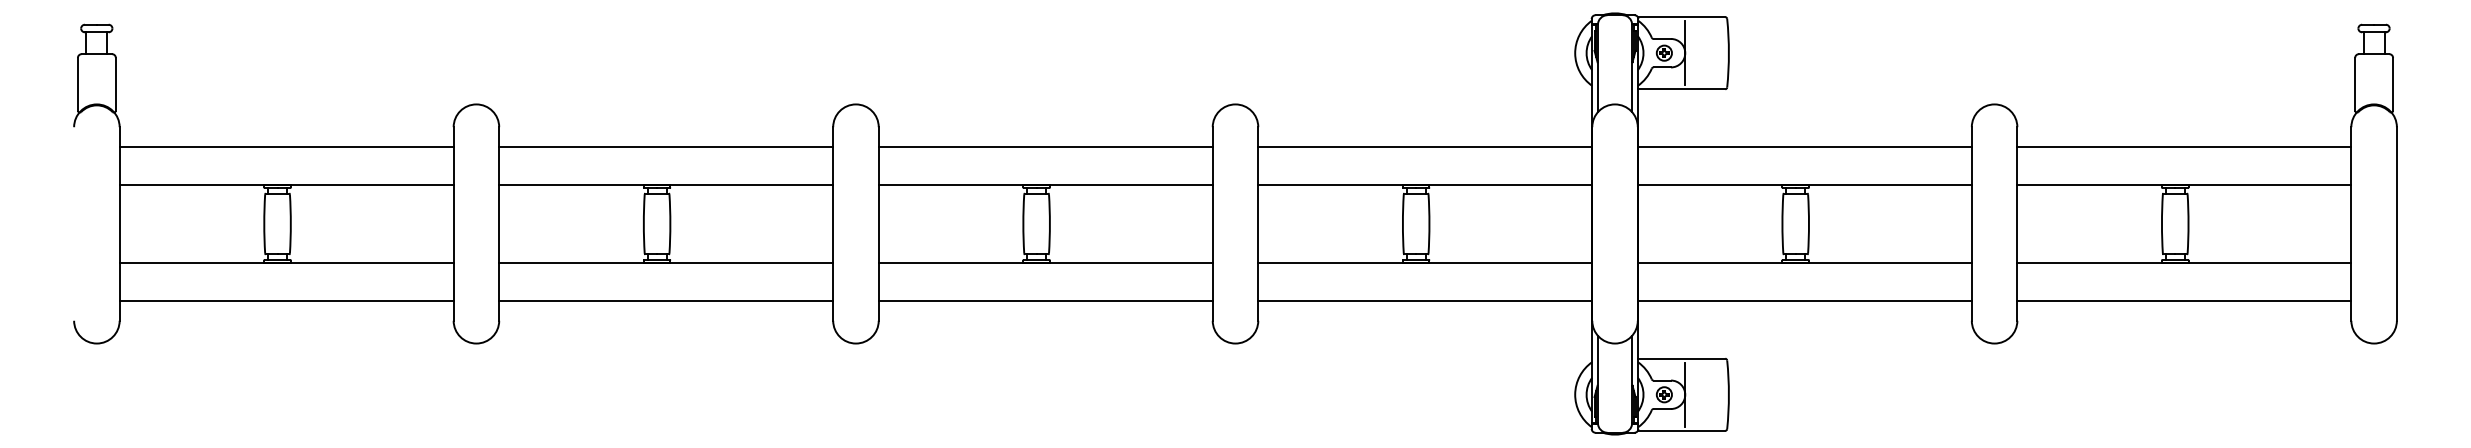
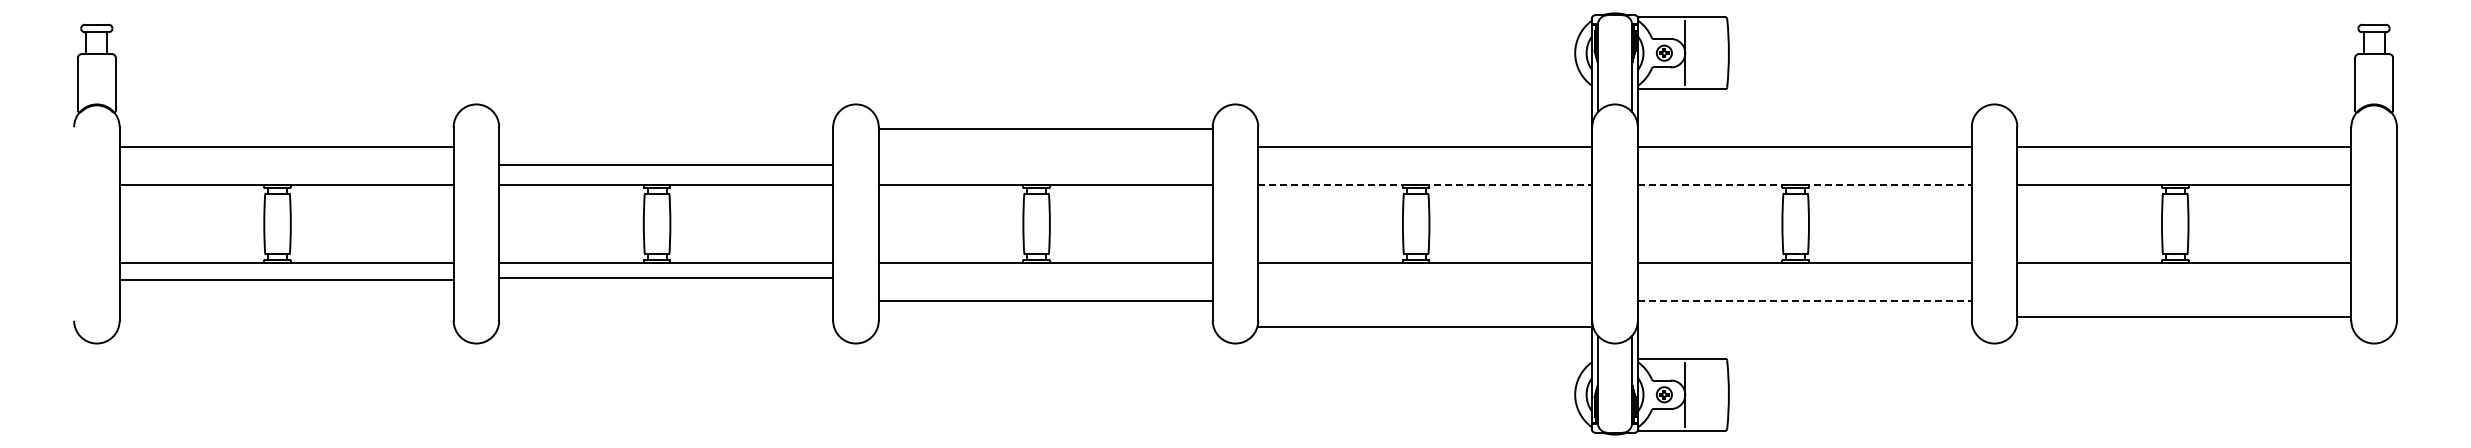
line at (666, 147) position: (666, 147) -> (666, 165)
line at (1045, 147) position: (1045, 147) -> (1045, 129)
line at (1425, 185): solid -> dashed
line at (1804, 185): solid -> dashed
line at (286, 300) position: (286, 300) -> (286, 279)
line at (666, 300) position: (666, 300) -> (666, 277)
line at (1425, 300) position: (1425, 300) -> (1425, 326)
line at (1804, 300): solid -> dashed
line at (2184, 300) position: (2184, 300) -> (2184, 316)
